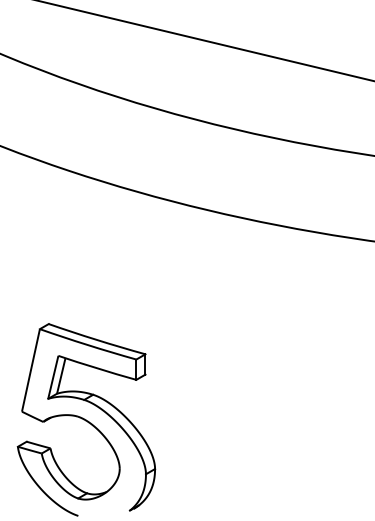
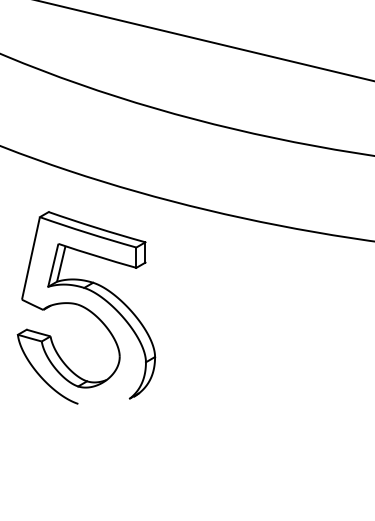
part at (86, 419) position: (86, 419) -> (86, 307)
